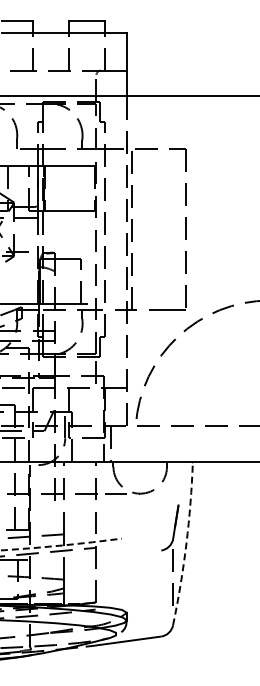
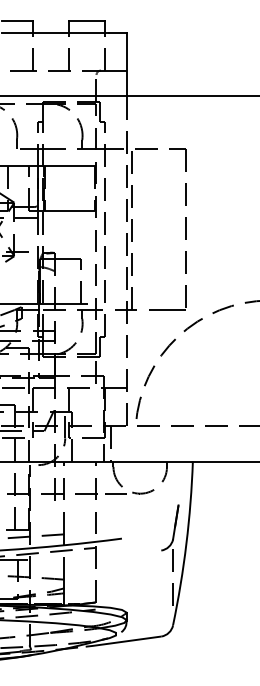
arc at (186, 543): dashed -> solid
arc at (61, 545): dashed -> solid
